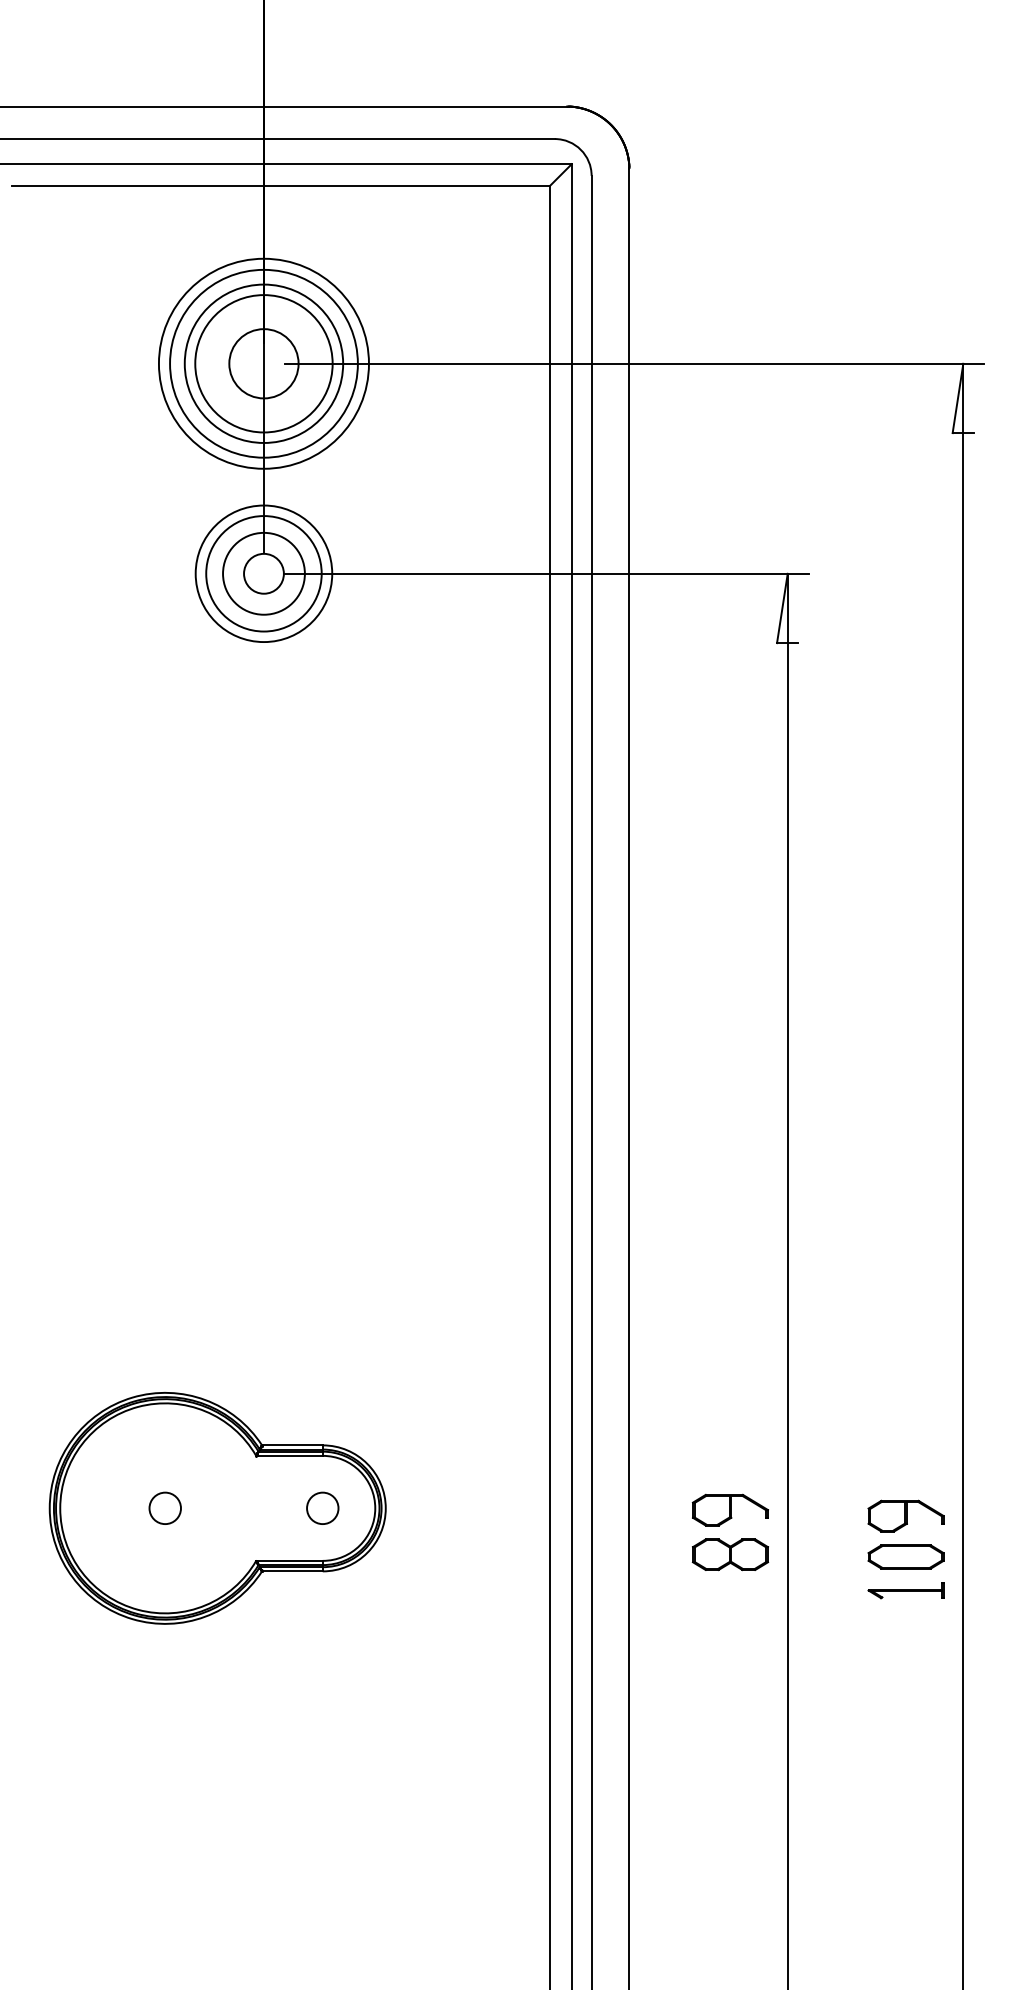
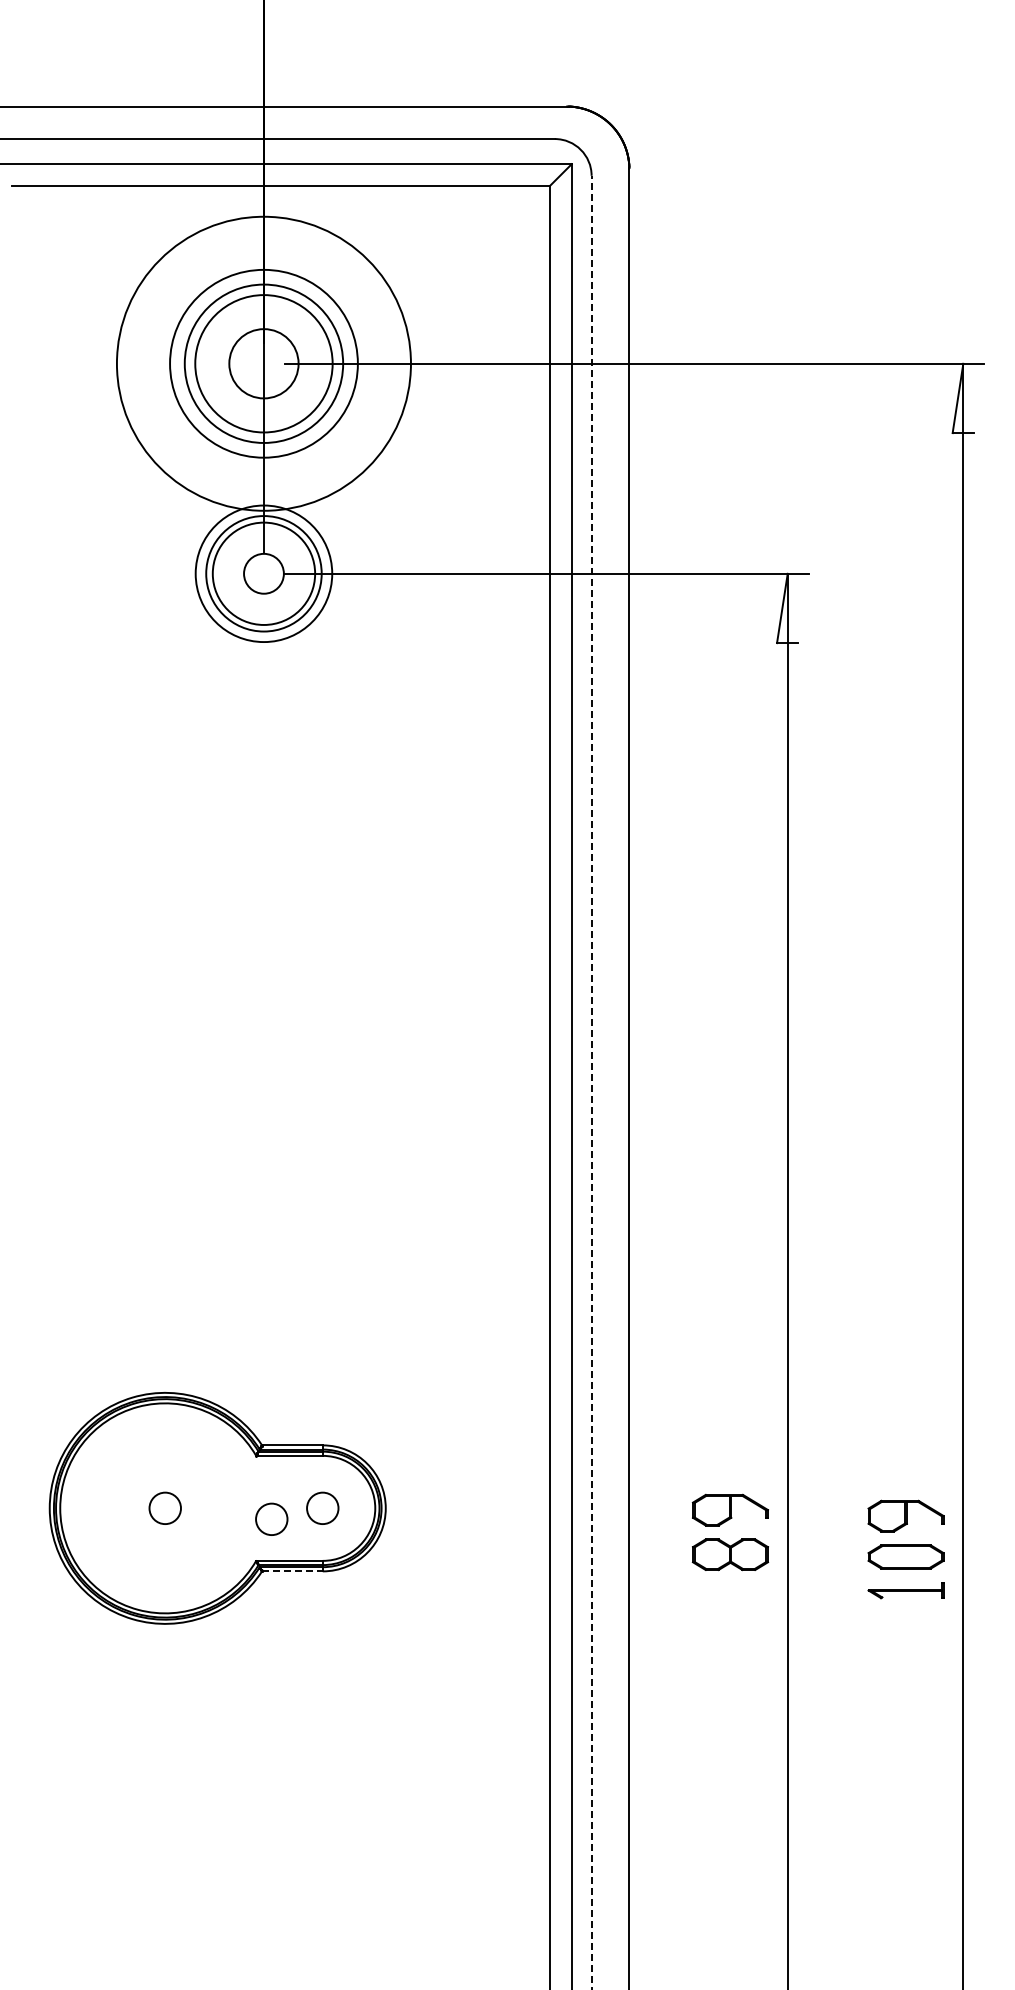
circle at (263, 363) diameter: 210 px -> 294 px
circle at (263, 573) diameter: 82 px -> 102 px
line at (591, 1082): solid -> dashed
circle at (271, 1518): none -> present
line at (292, 1571): solid -> dashed
